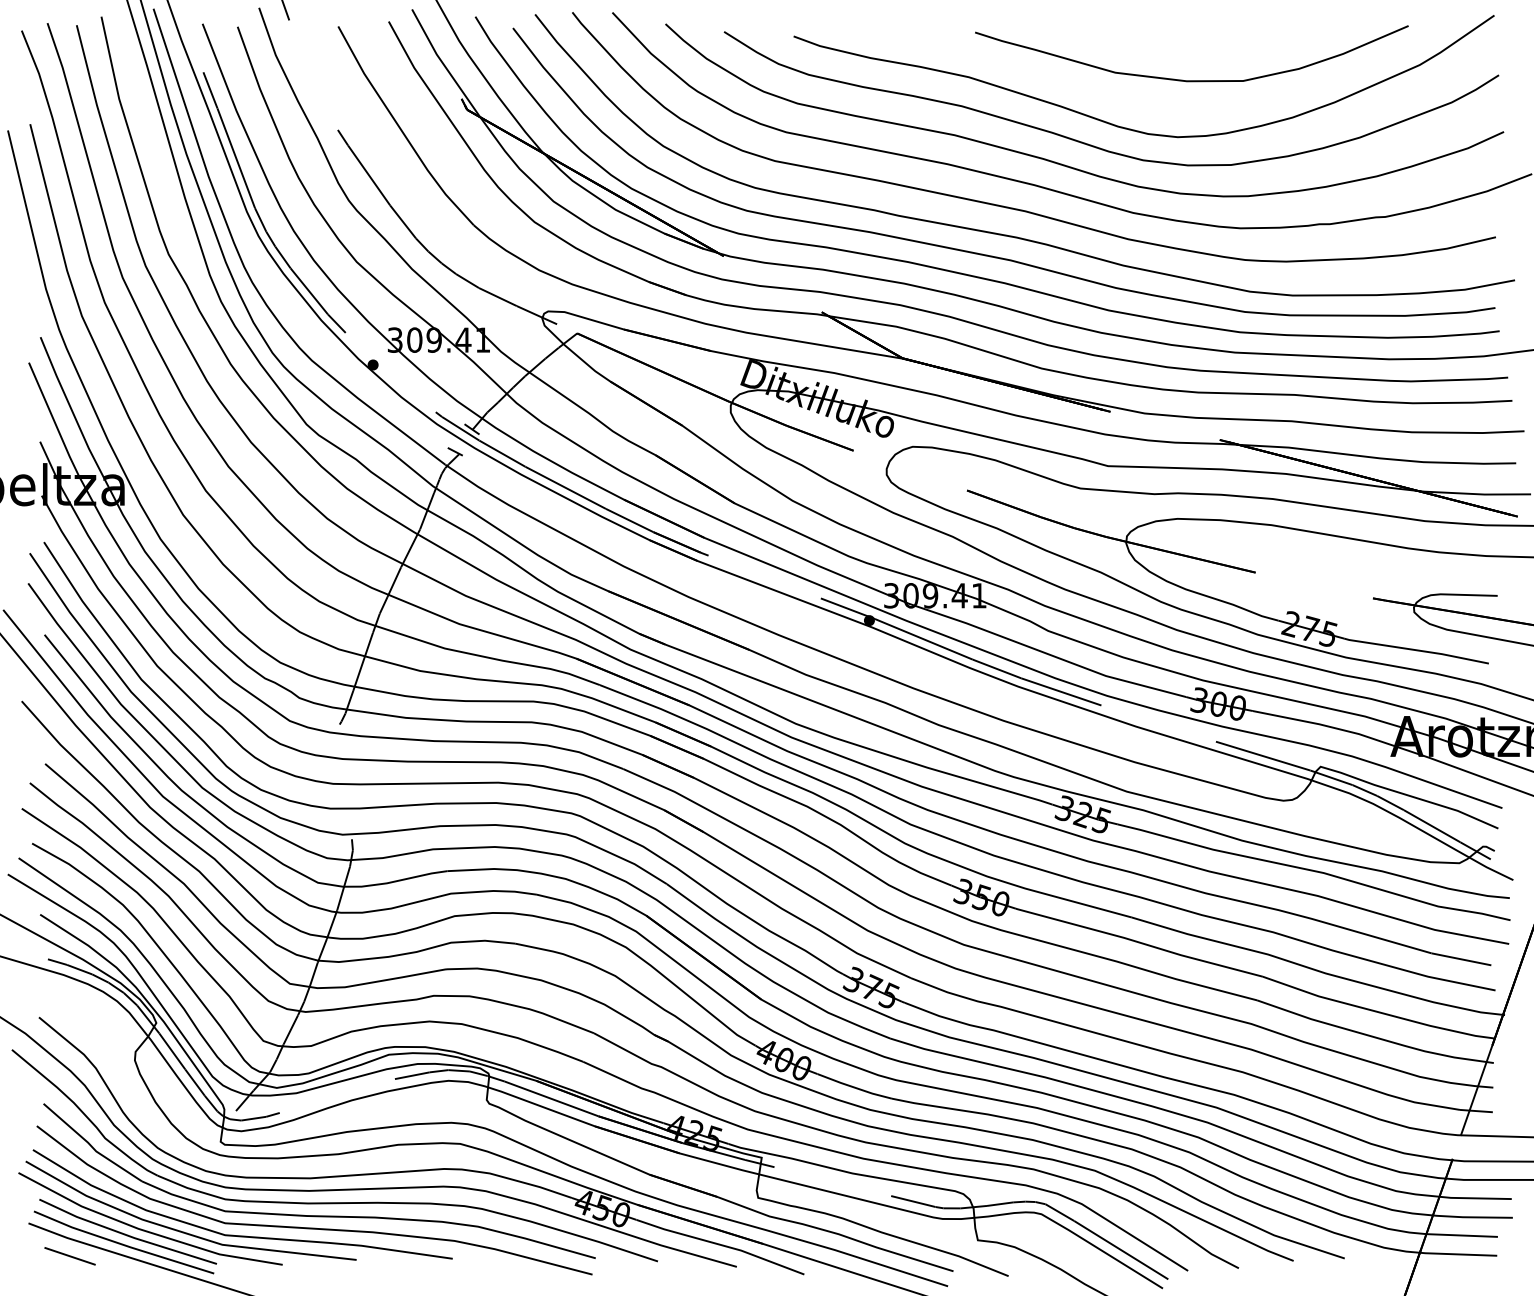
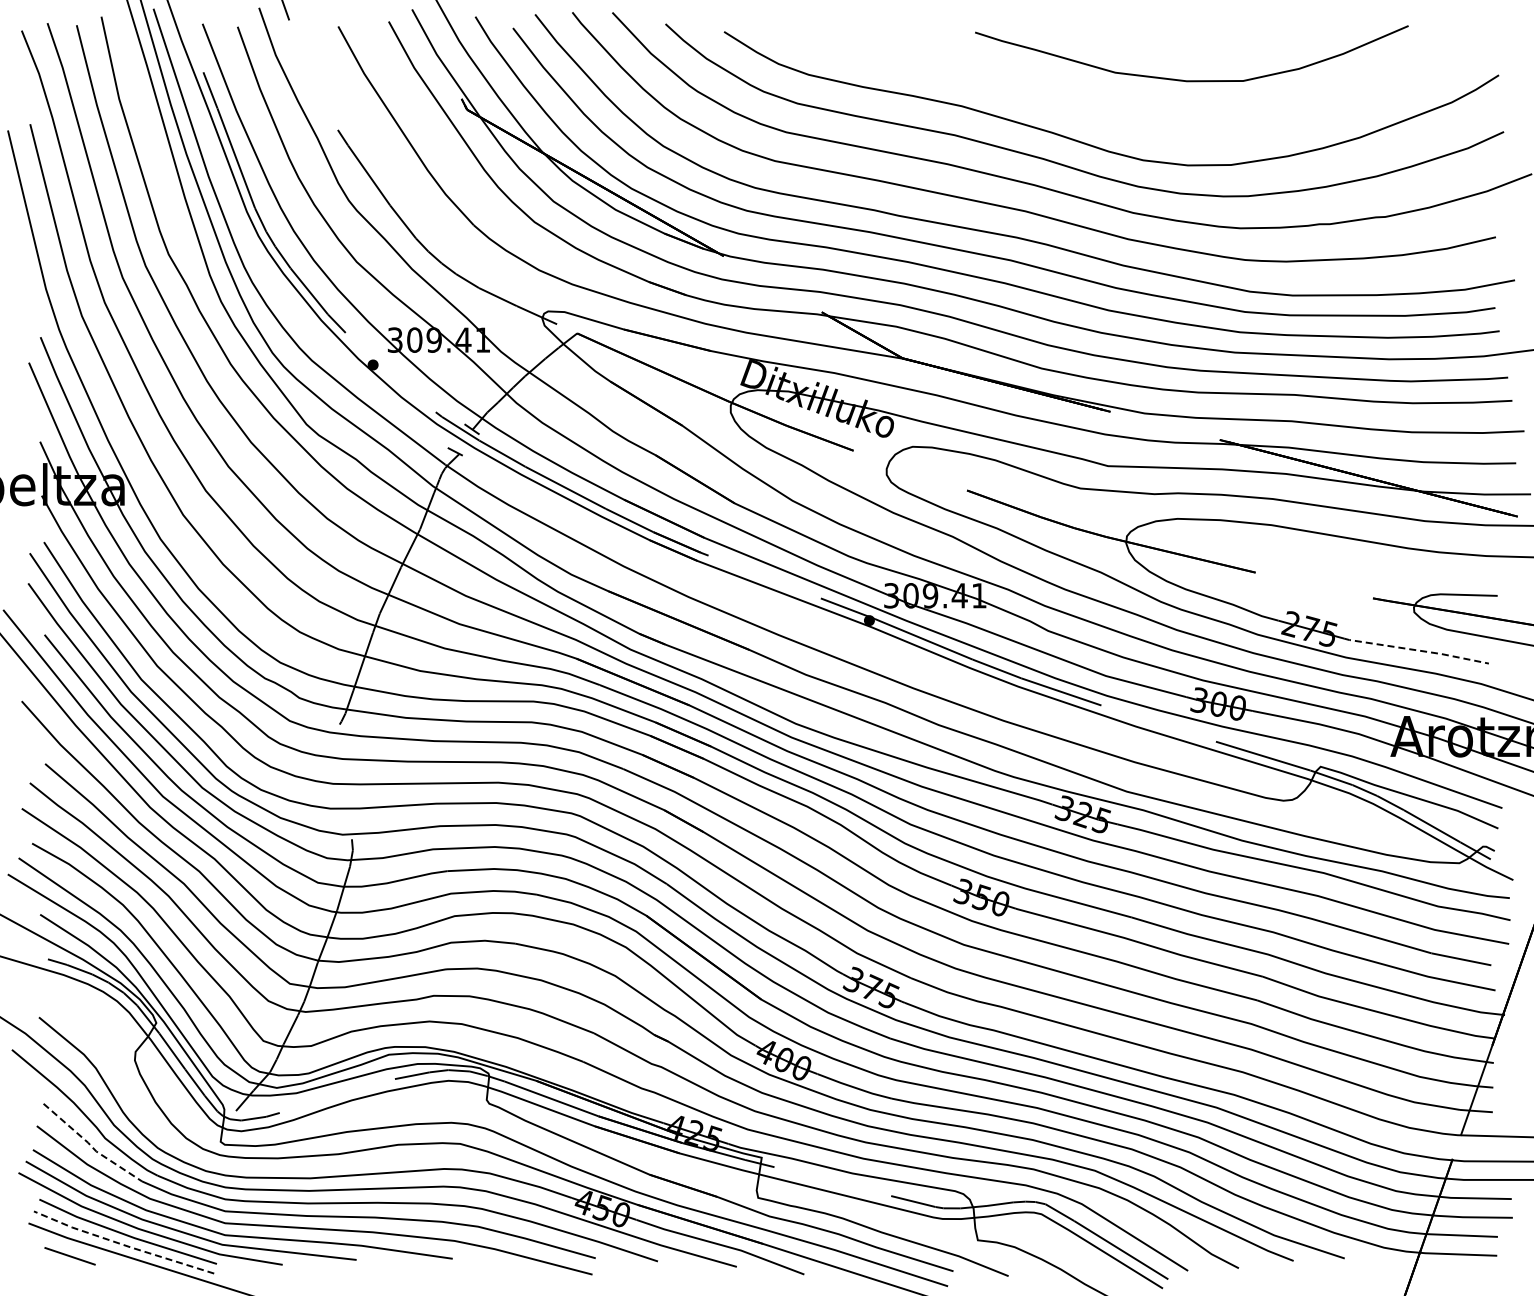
curve at (1130, 128): present -> none
line at (1416, 650): solid -> dashed
line at (91, 1146): solid -> dashed
line at (123, 1244): solid -> dashed
